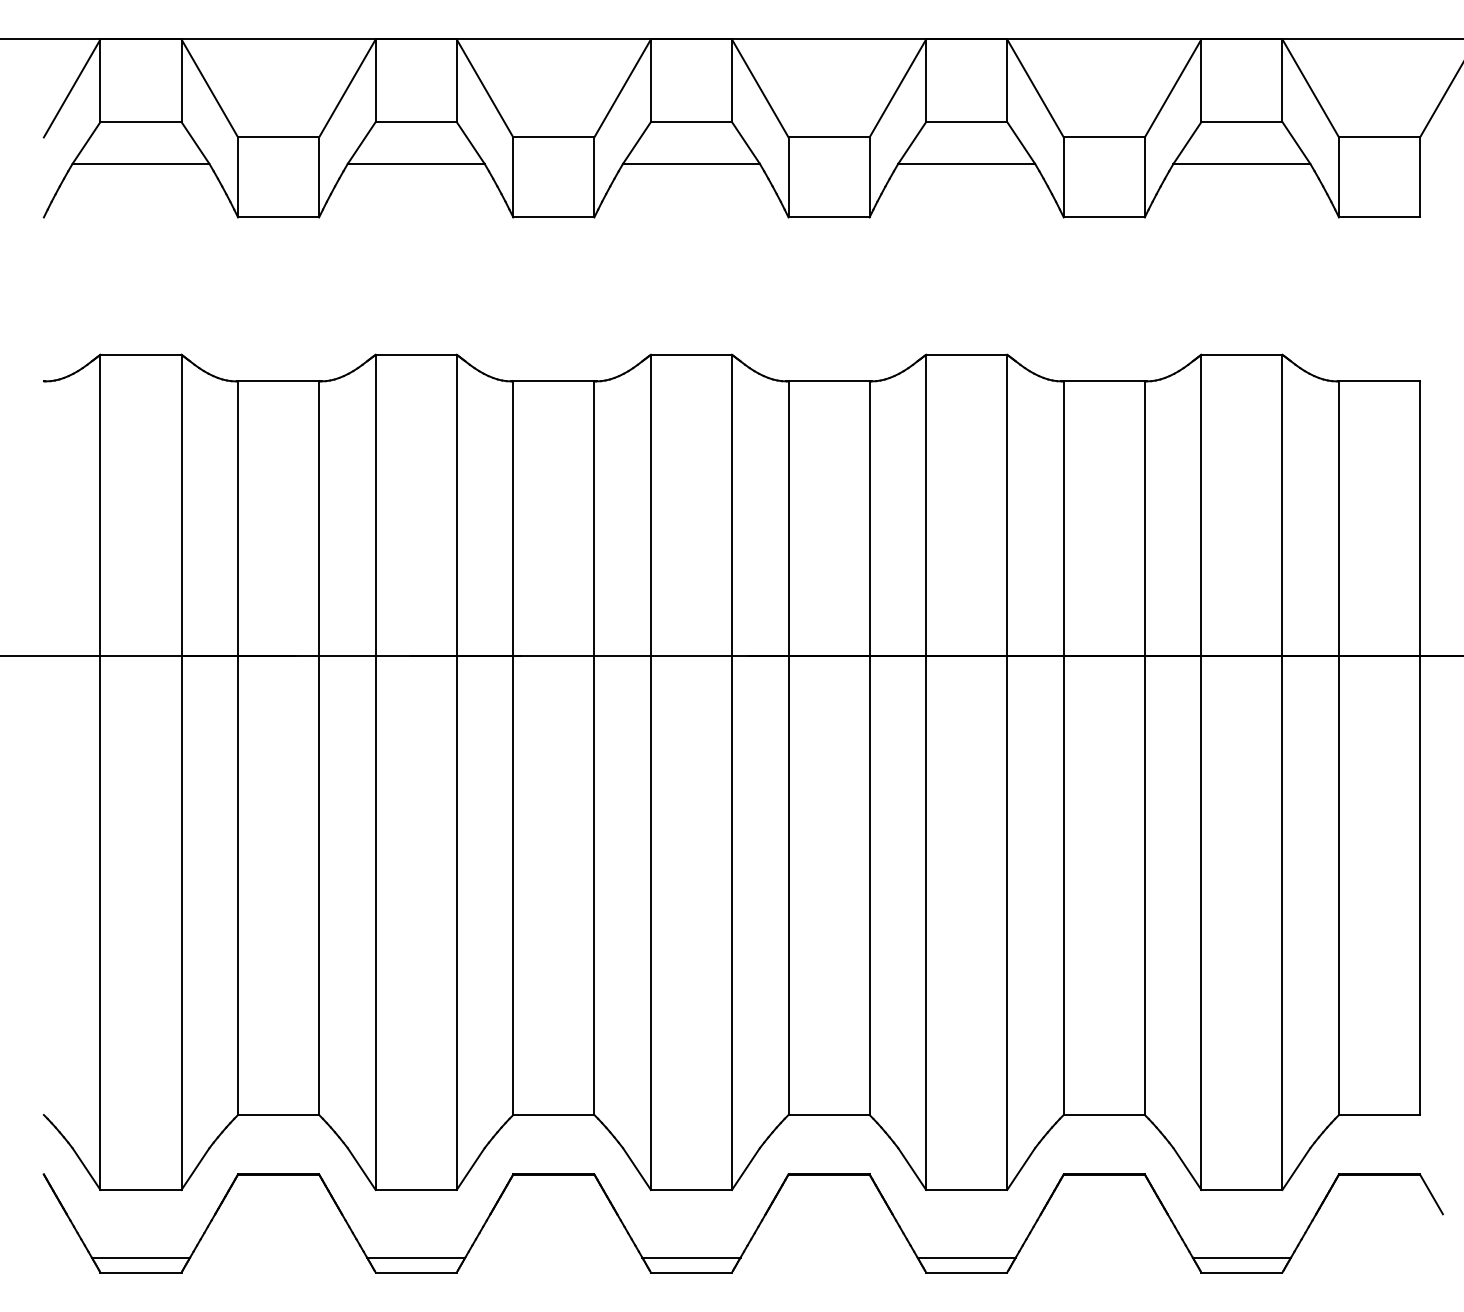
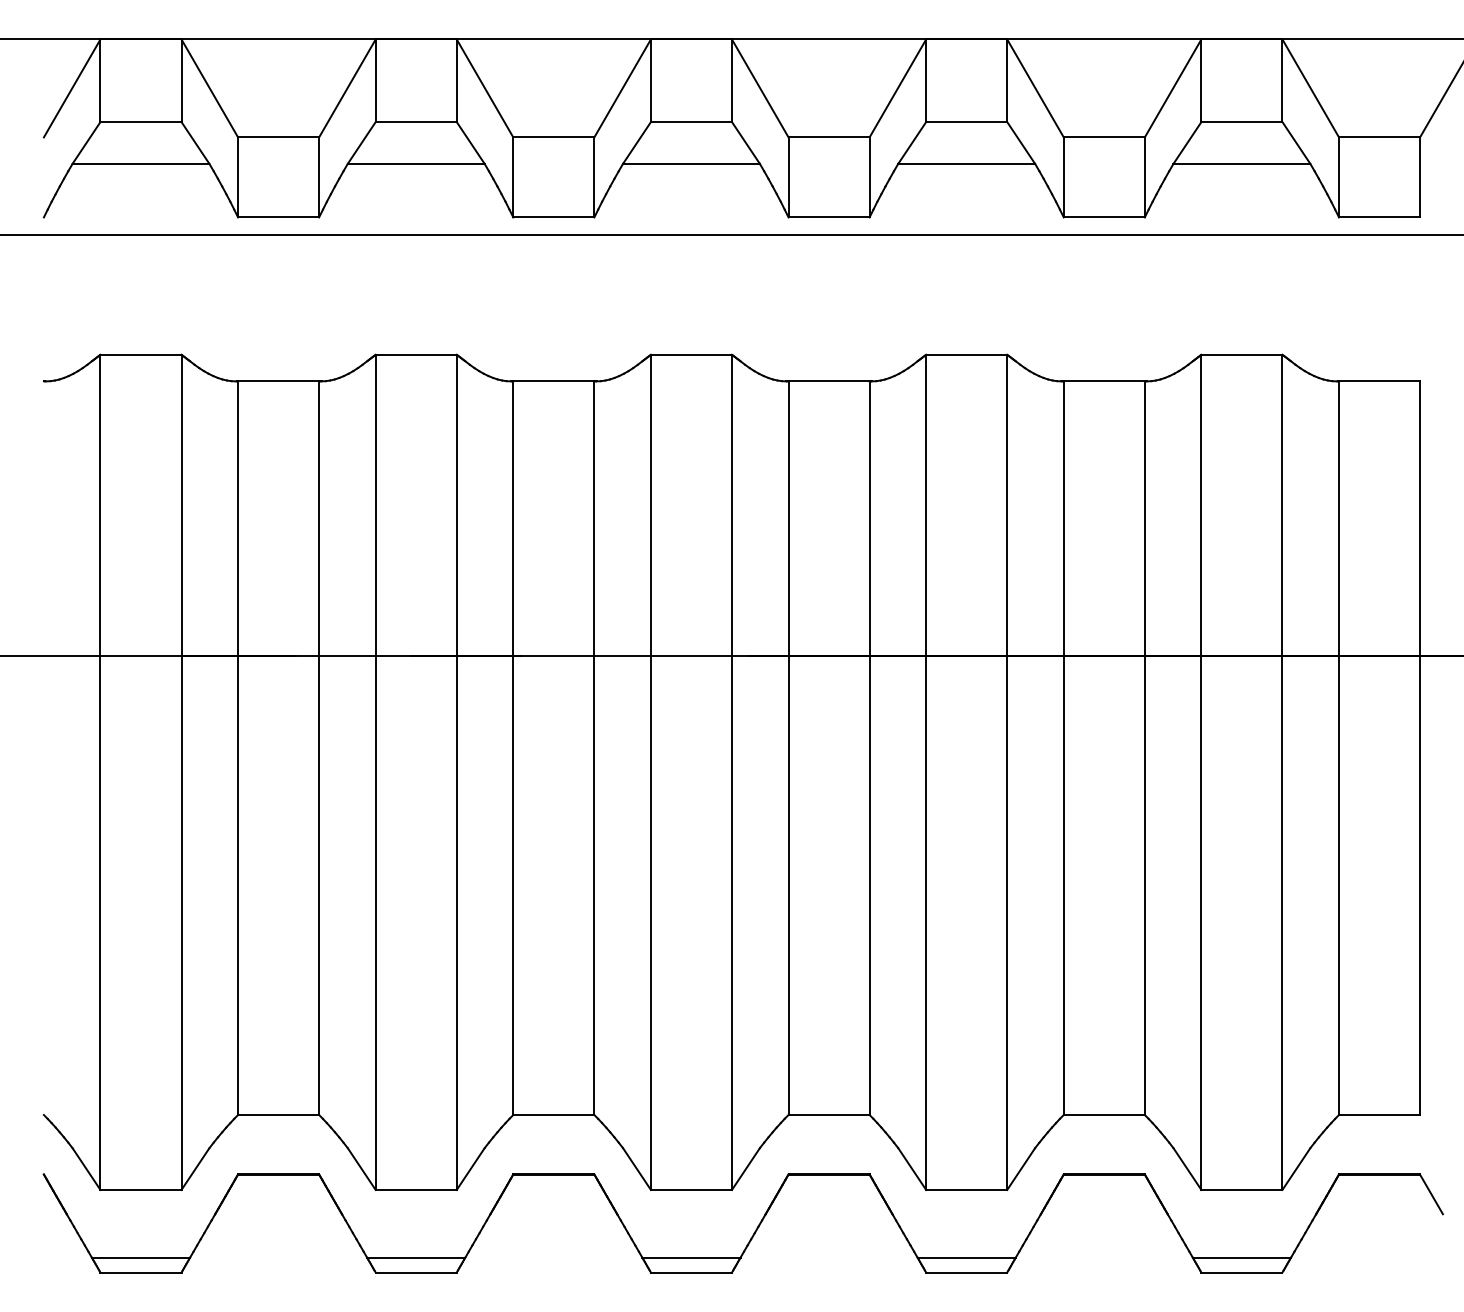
line at (731, 235): none -> present
